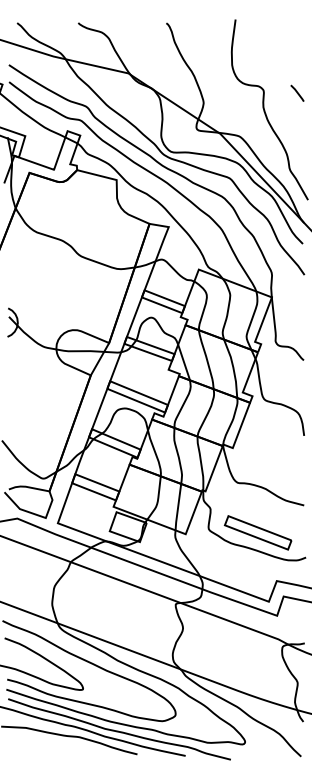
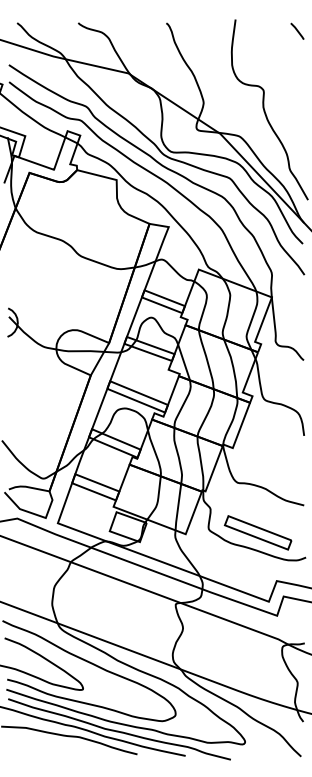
line at (297, 92) position: (297, 92) -> (297, 30)
